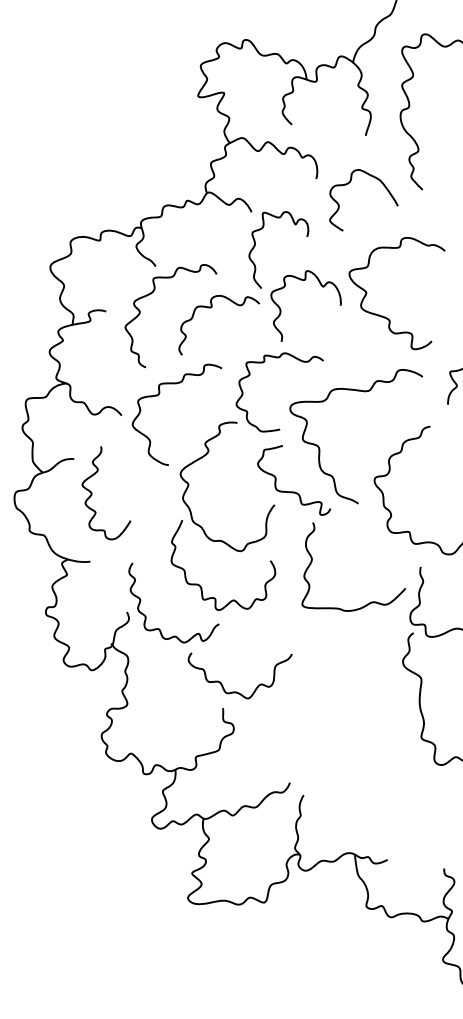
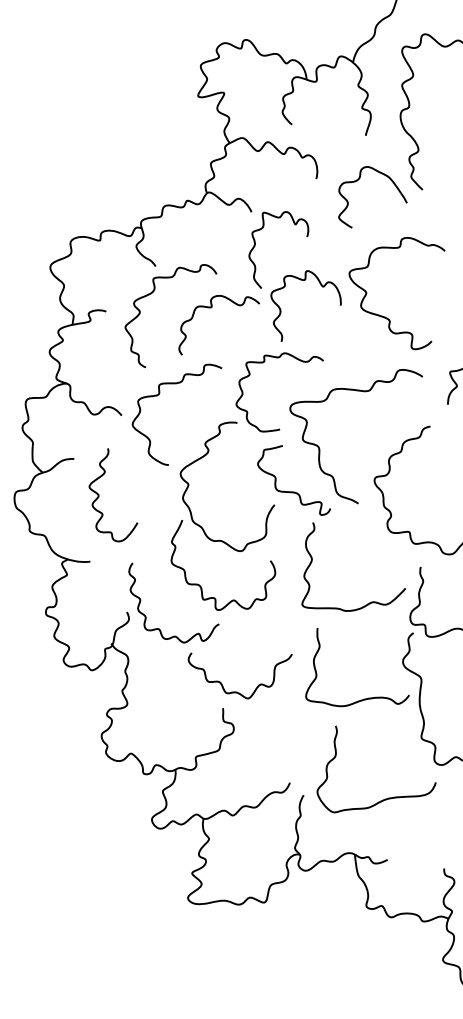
curve at (348, 184) position: (348, 184) -> (357, 181)
curve at (92, 493) position: (92, 493) -> (99, 495)
curve at (364, 698): none -> present
curve at (385, 798): none -> present
